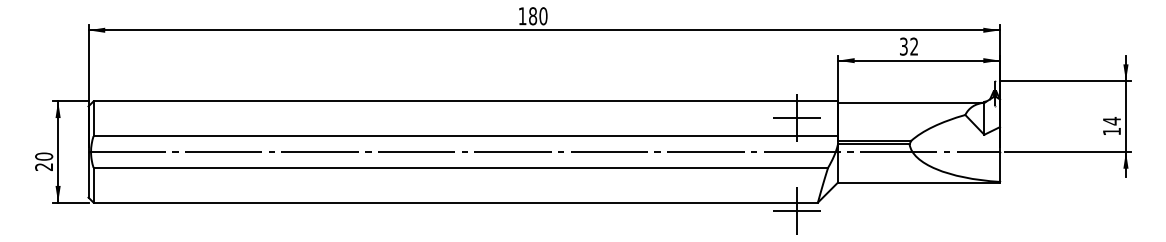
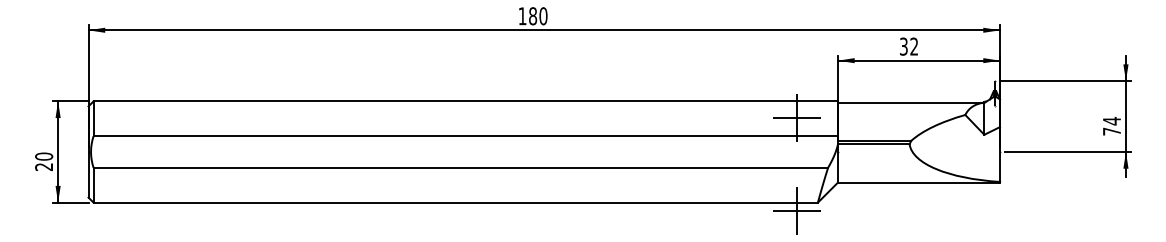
text at (1111, 131): 14 -> 74
line at (544, 152): present -> none
